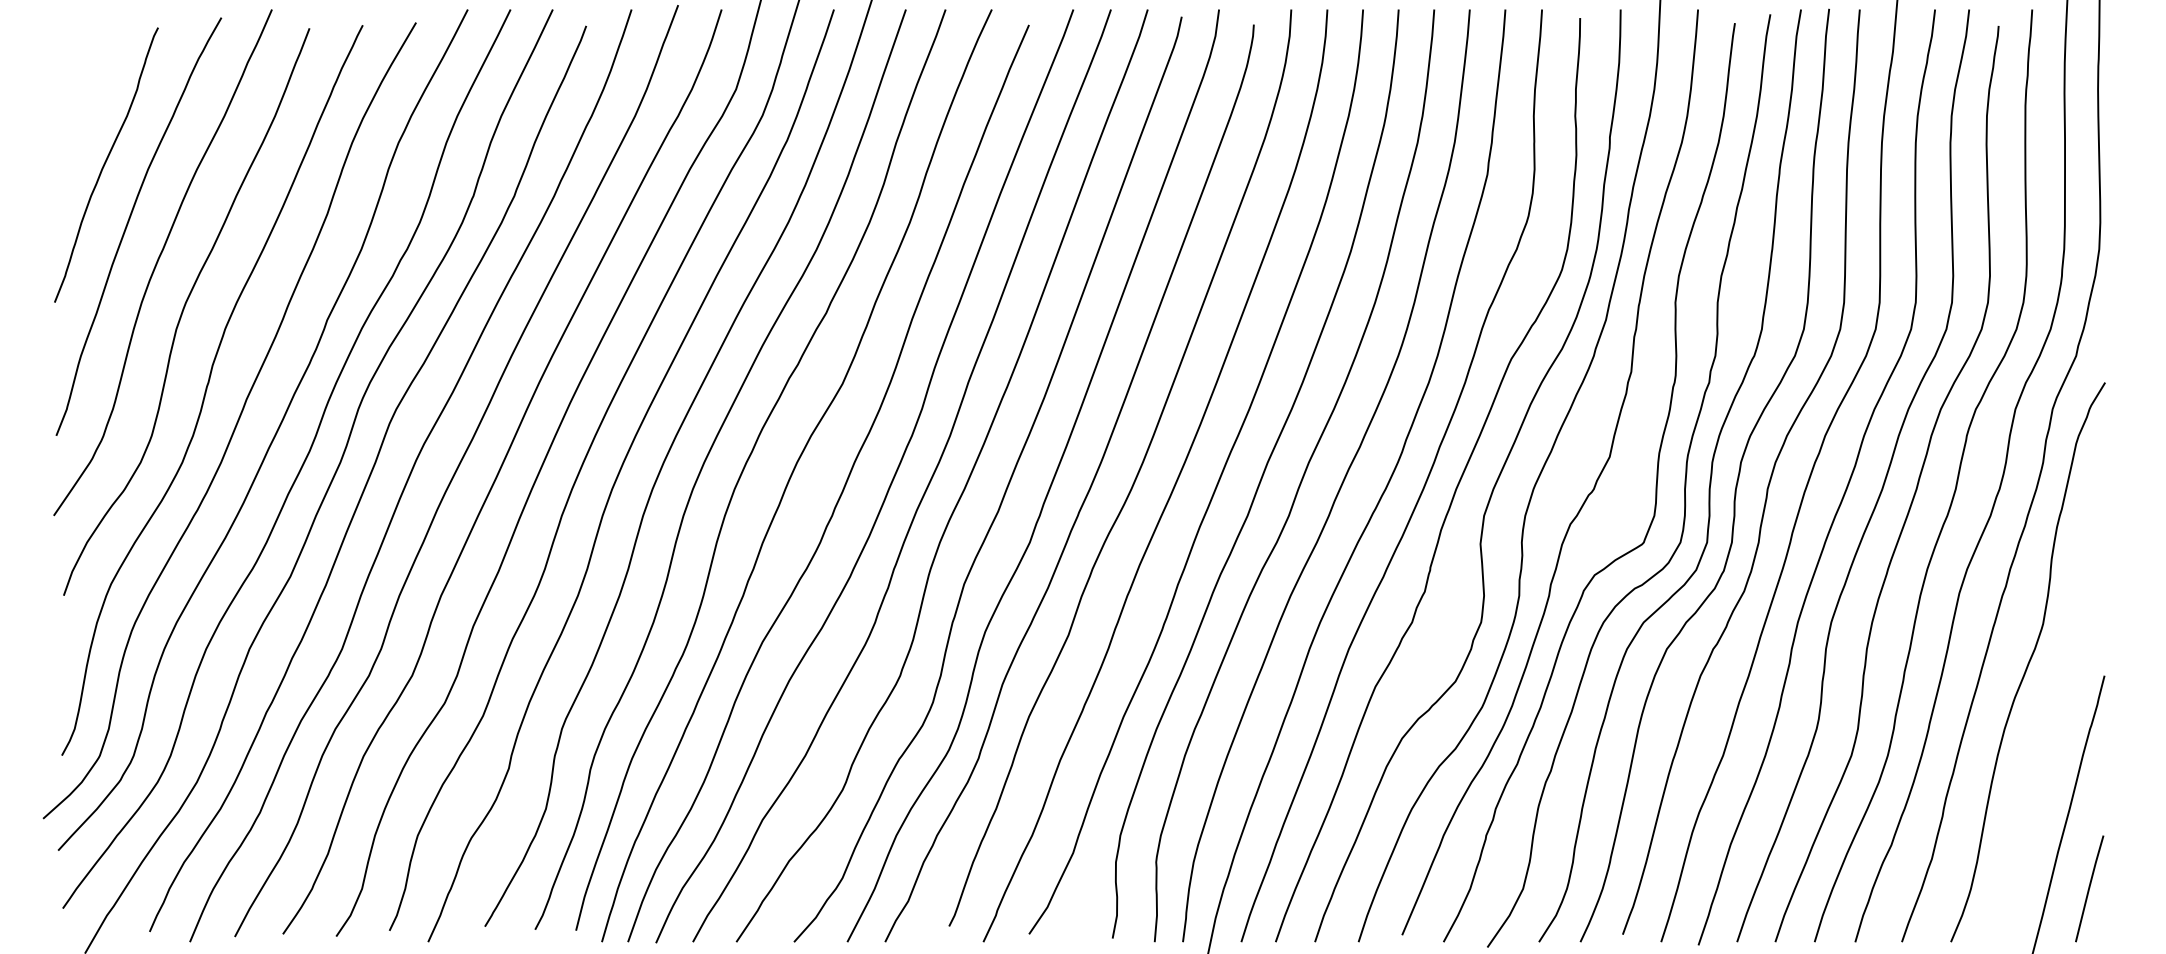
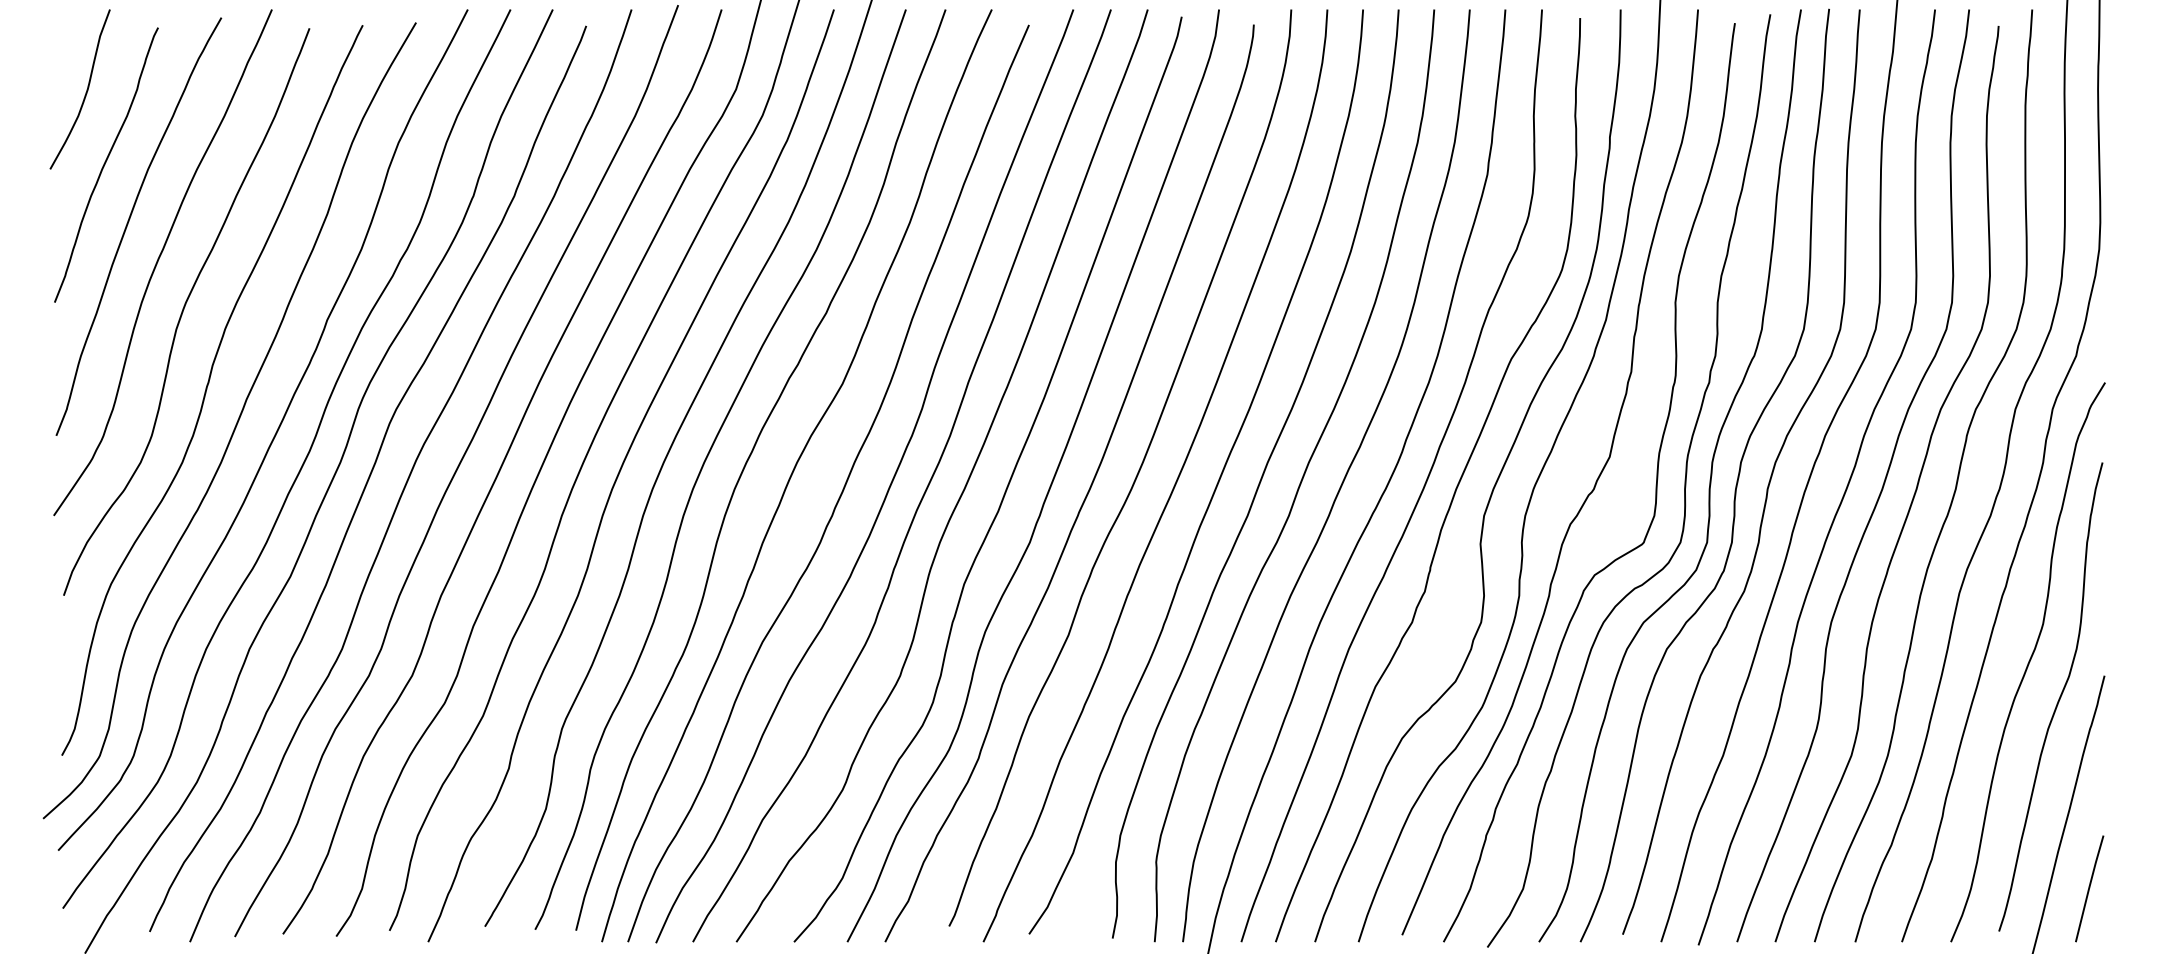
curve at (85, 92): none -> present
curve at (2058, 698): none -> present
